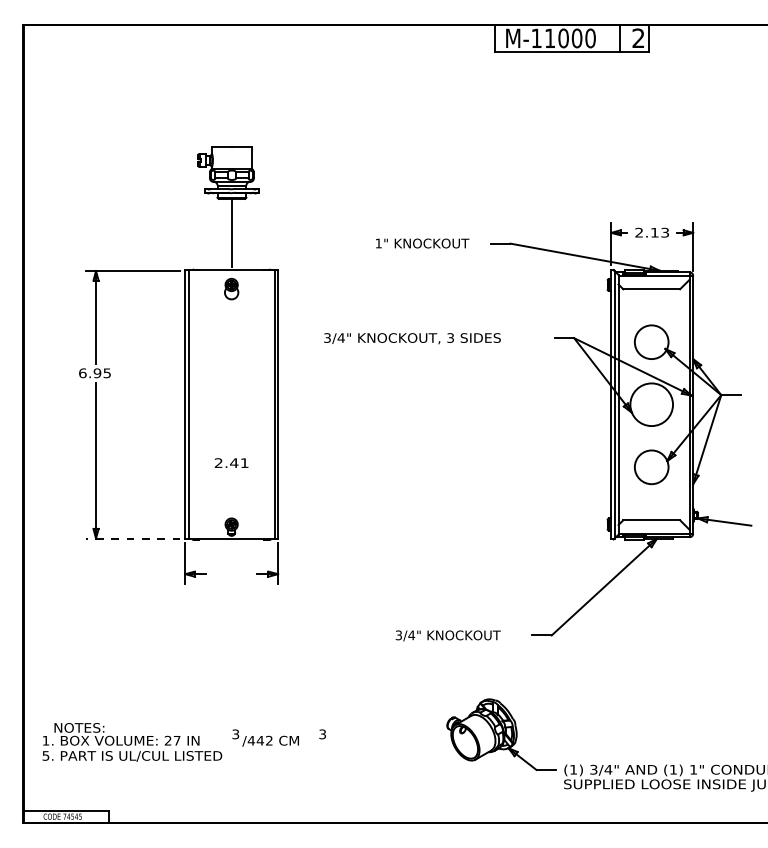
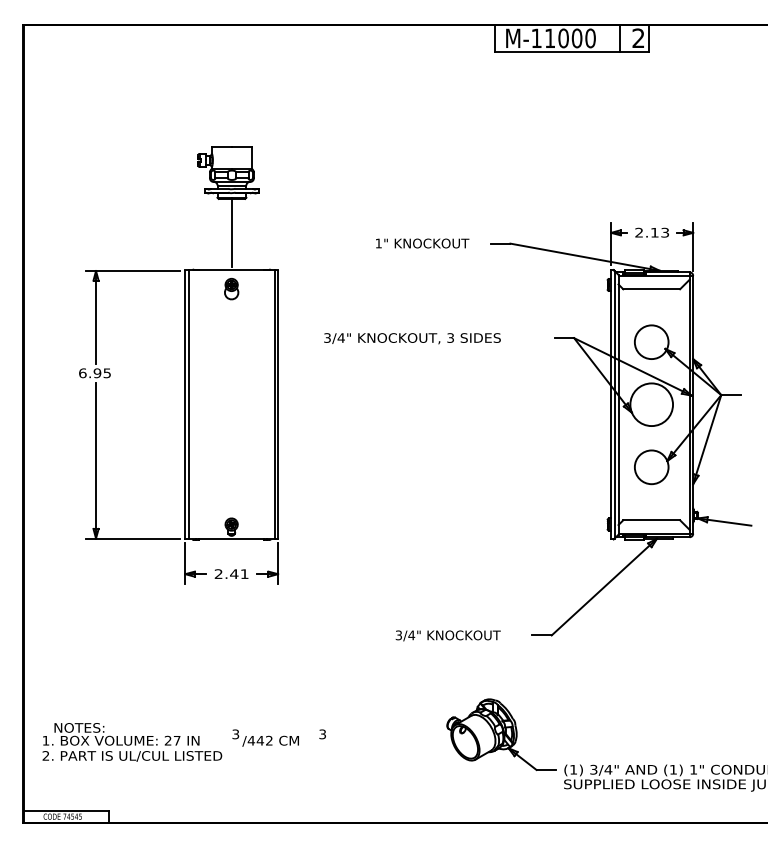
text at (231, 462) position: (231, 462) -> (231, 573)
line at (132, 538): dashed -> solid
text at (45, 755): 5. -> 2.
